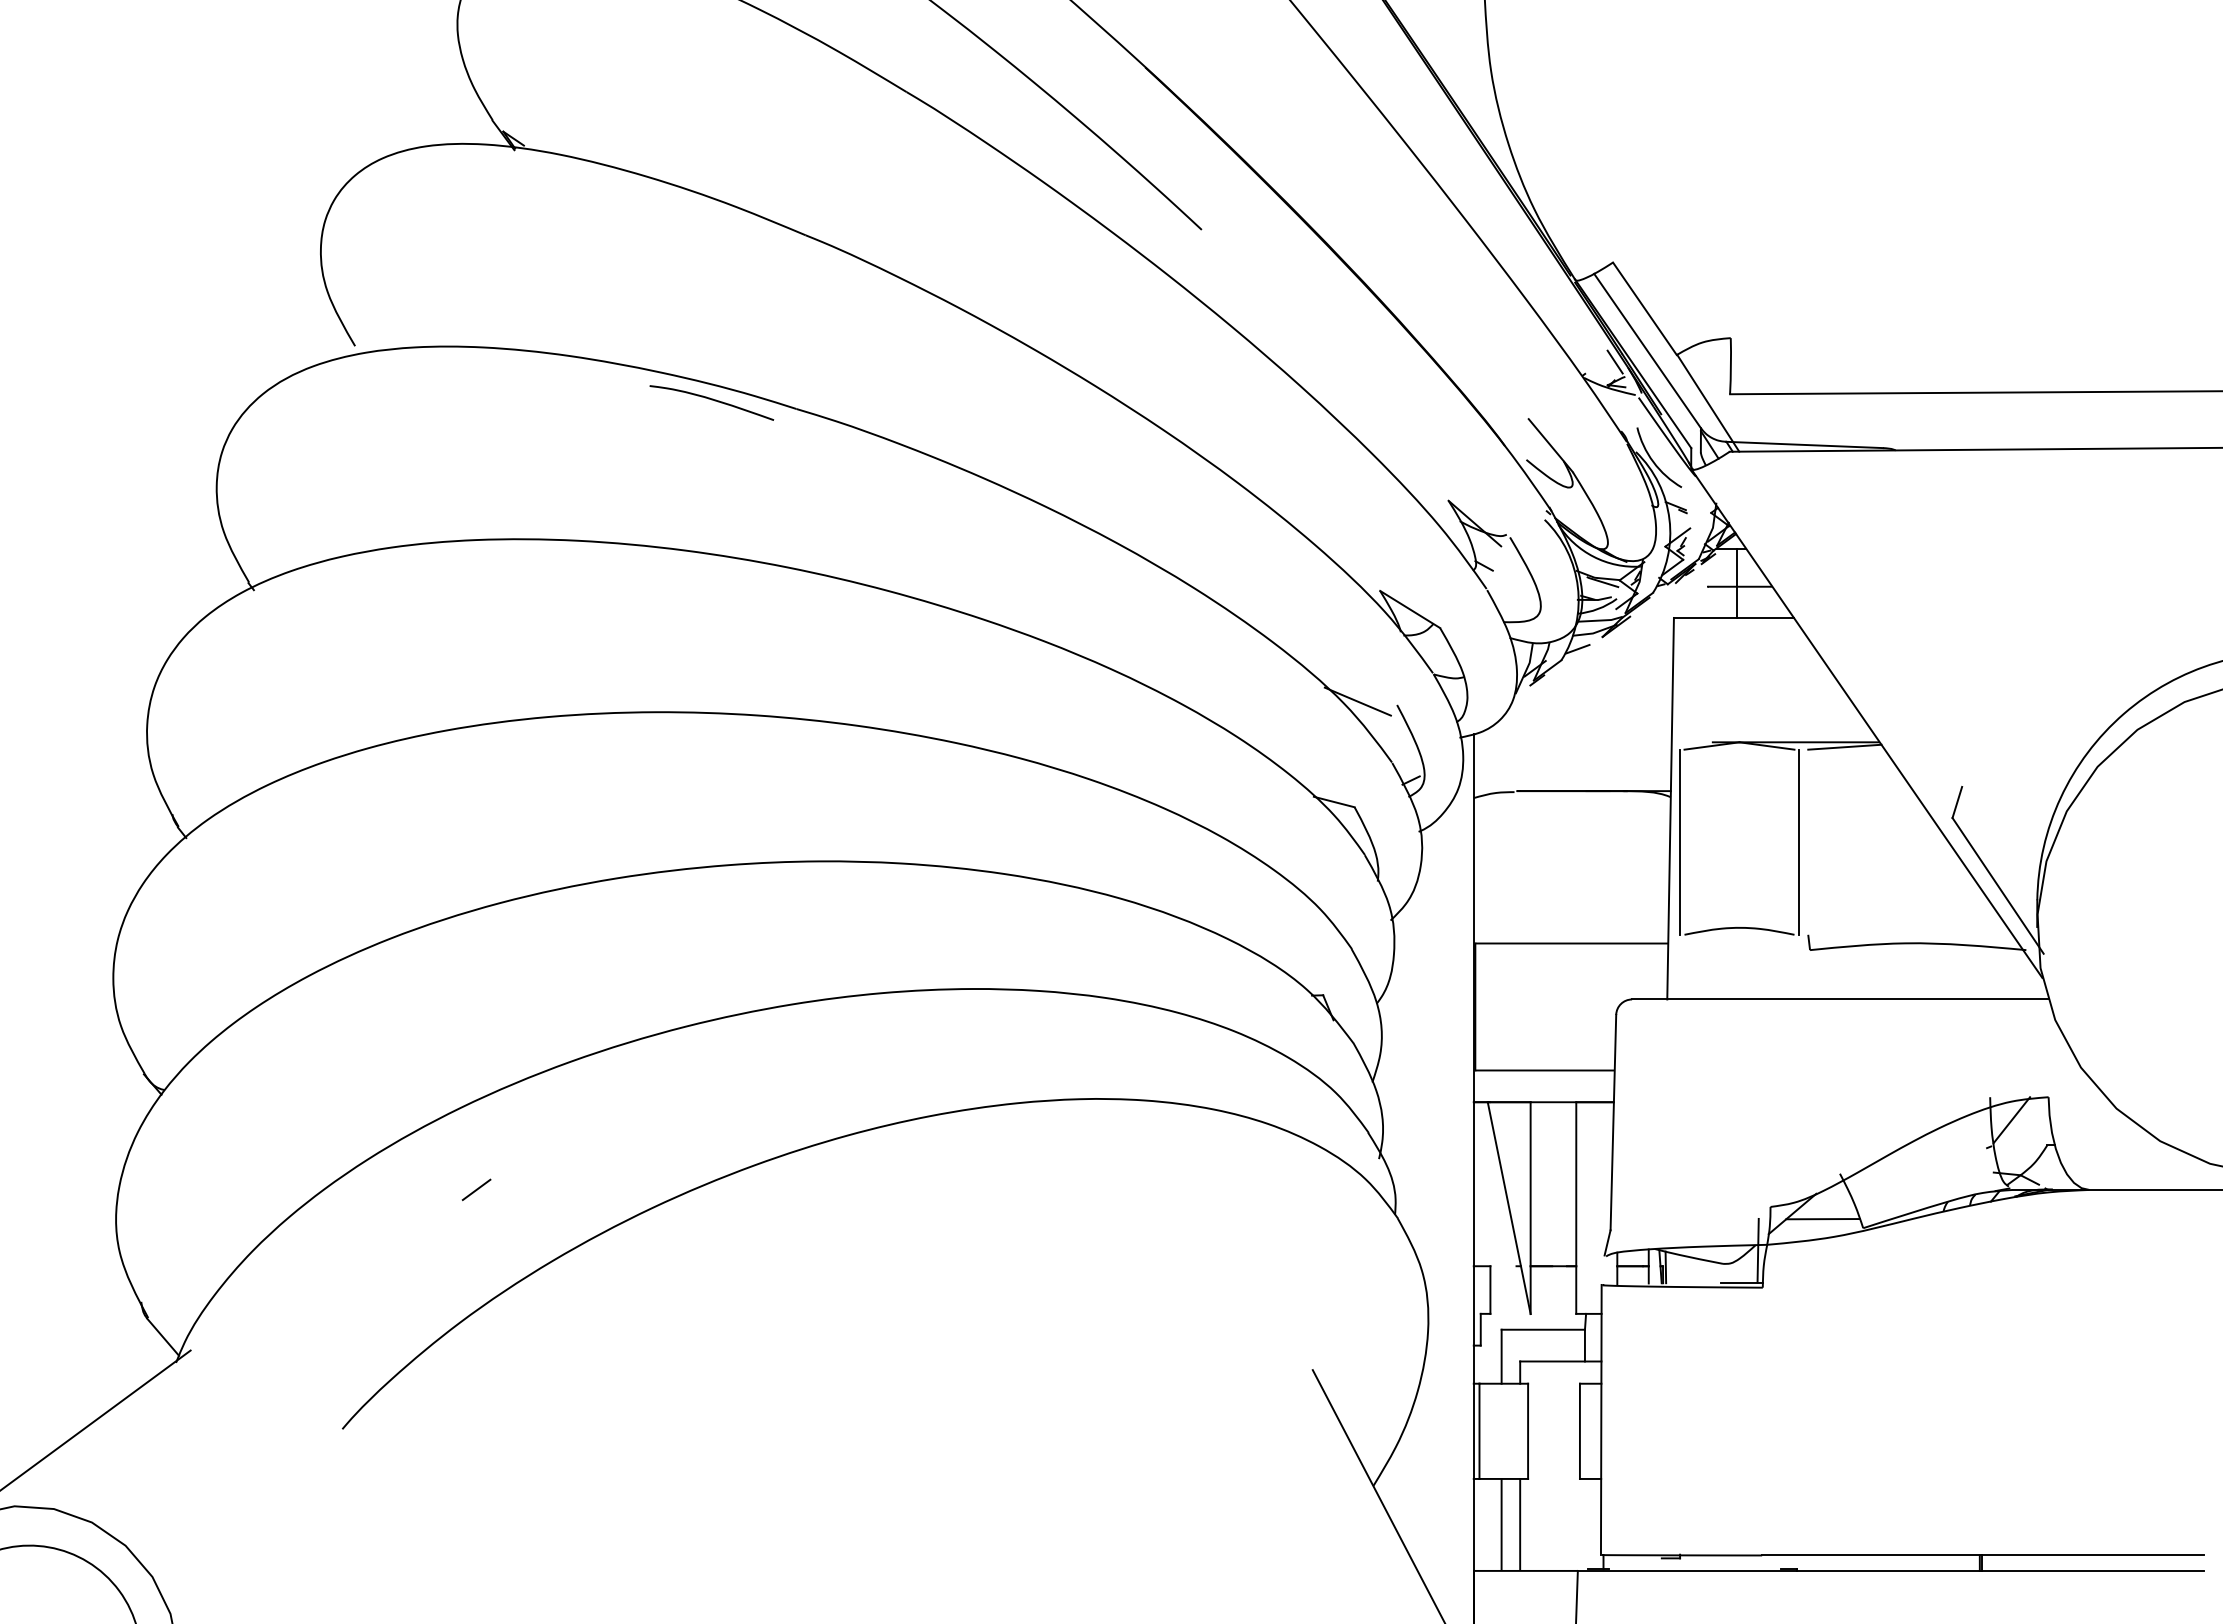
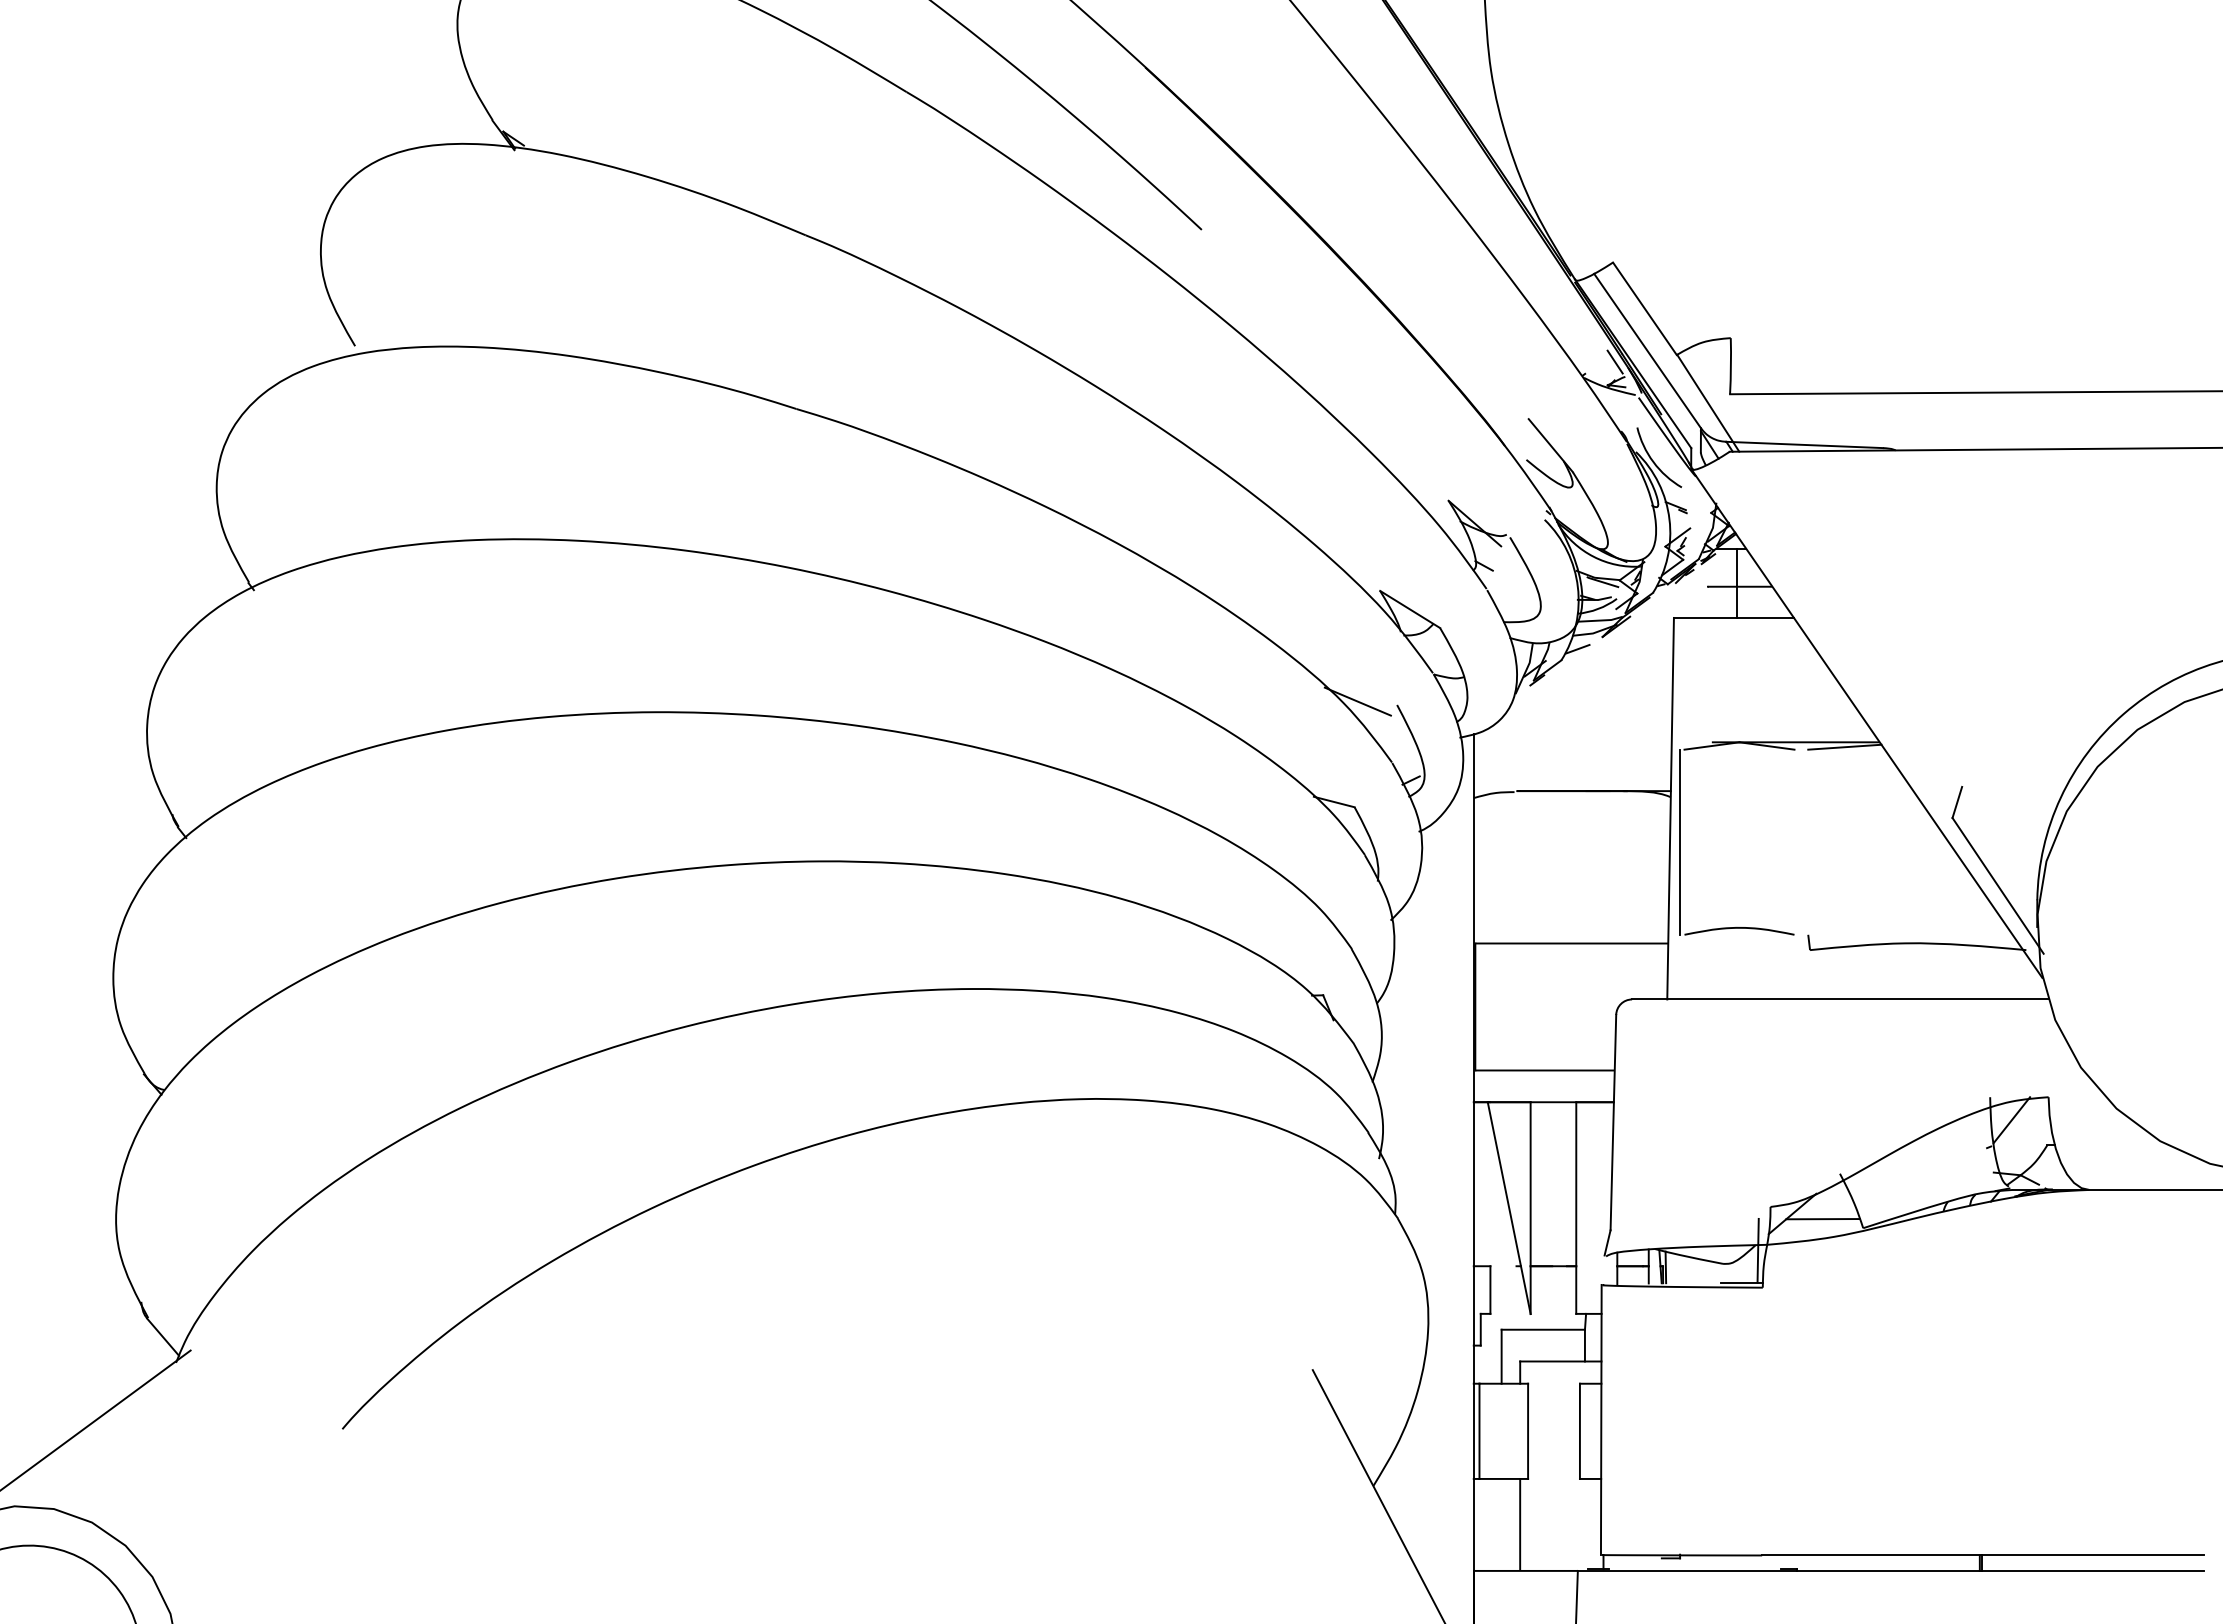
curve at (711, 400): present -> none
line at (1799, 841): present -> none
line at (476, 1189): present -> none
line at (1501, 1523): present -> none
